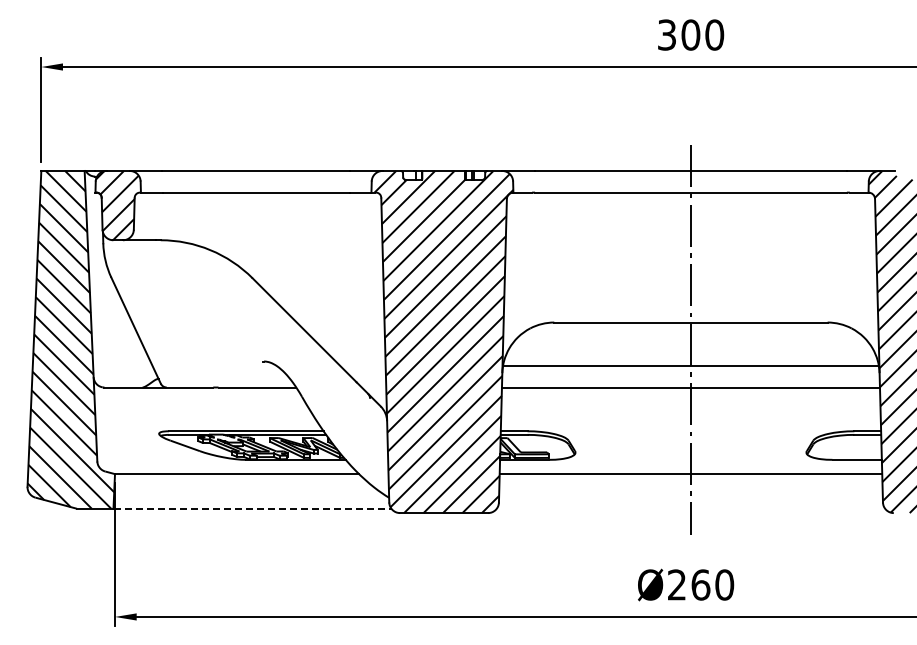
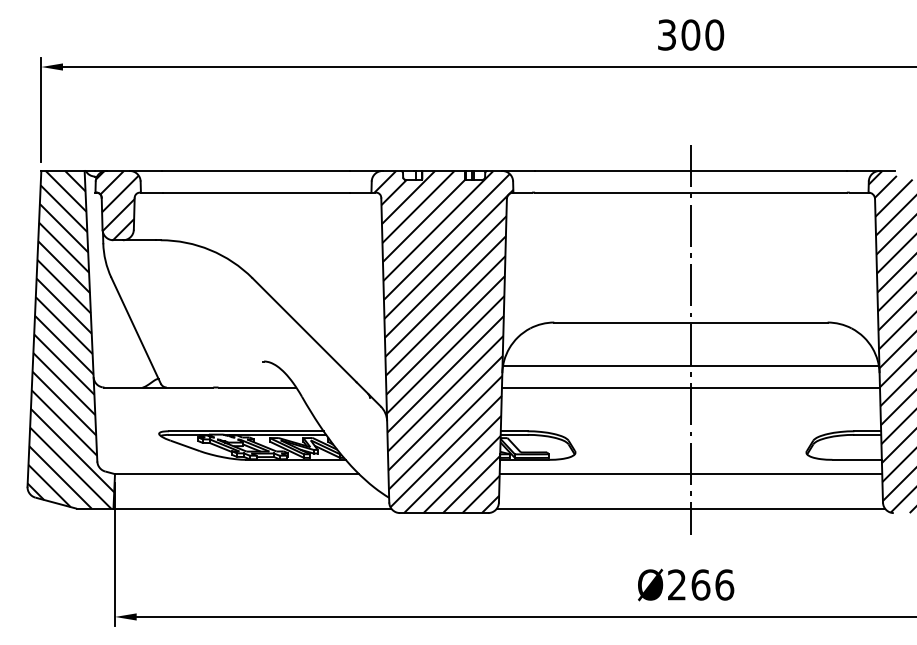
line at (252, 508): dashed -> solid
line at (690, 508): none -> present
text at (724, 584): Ø260 -> Ø266
